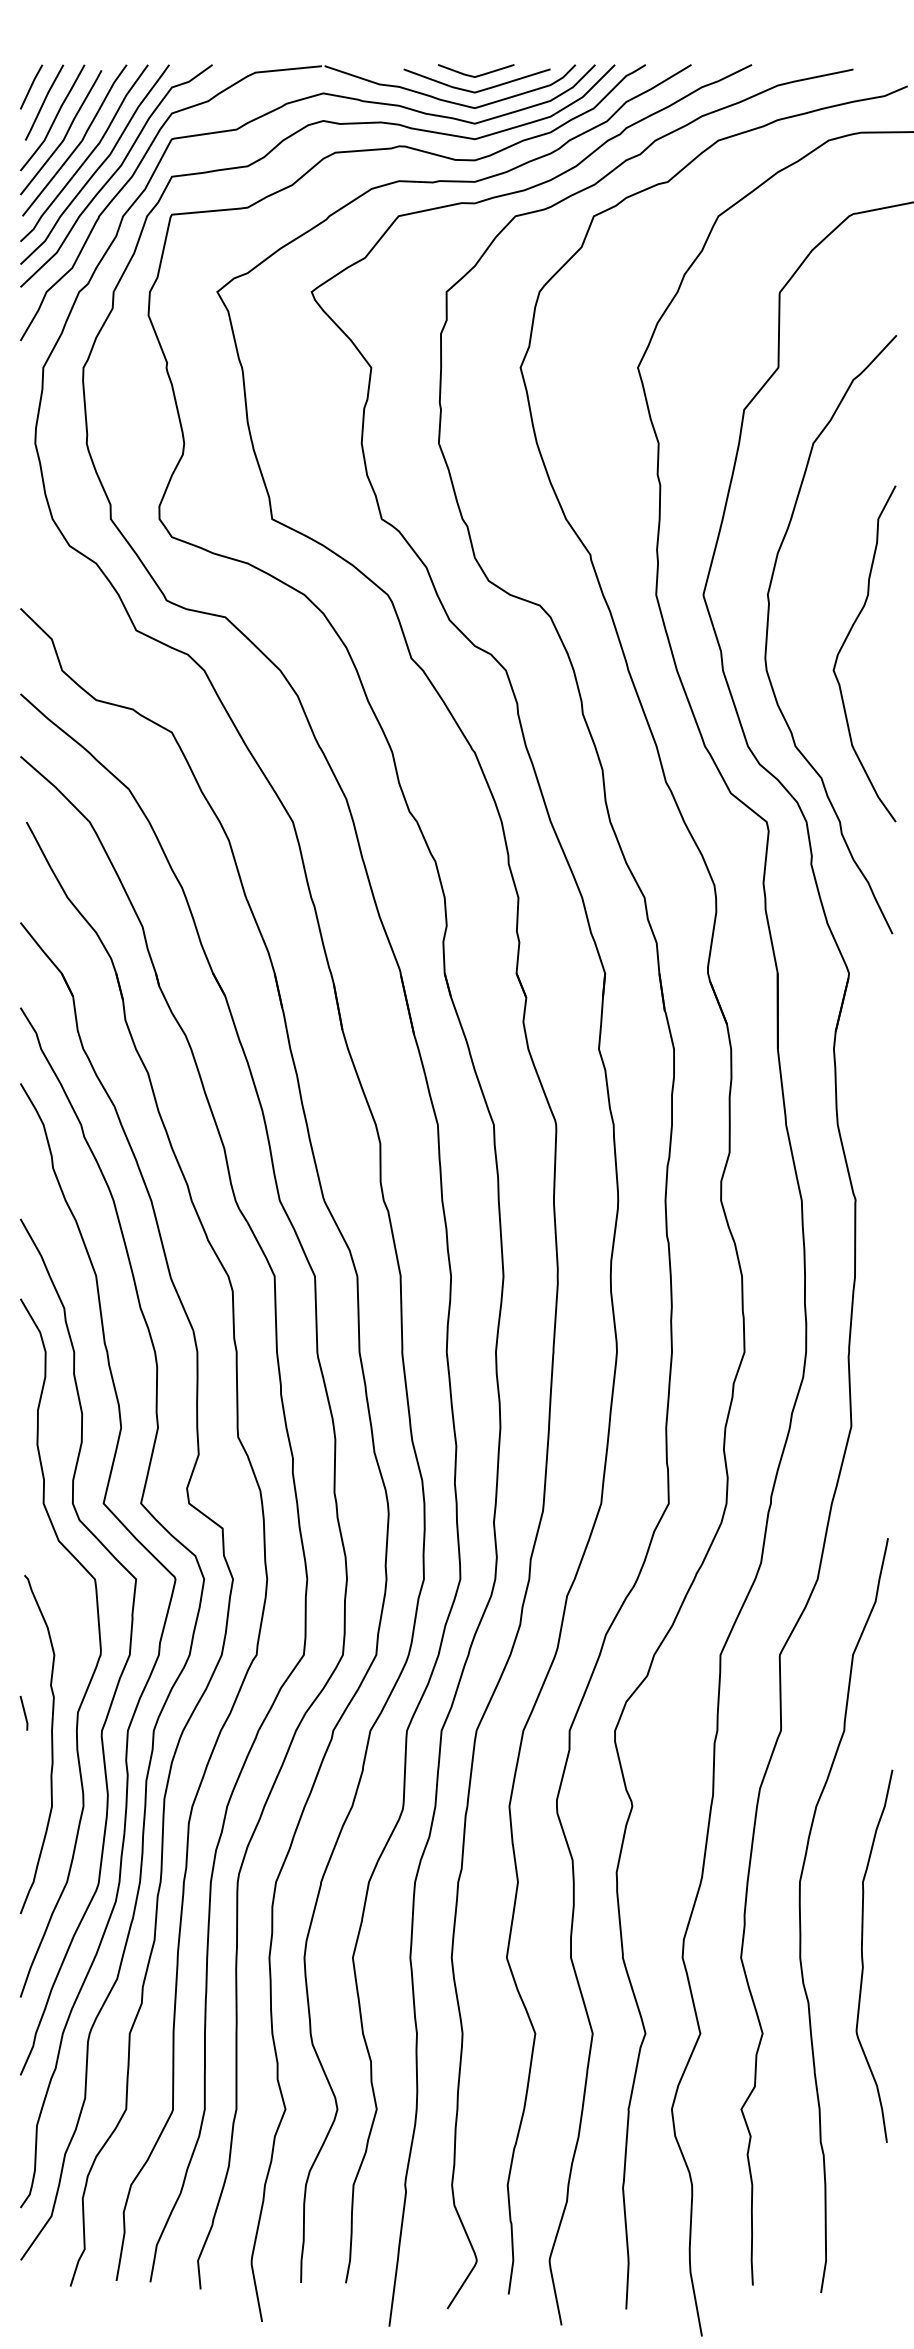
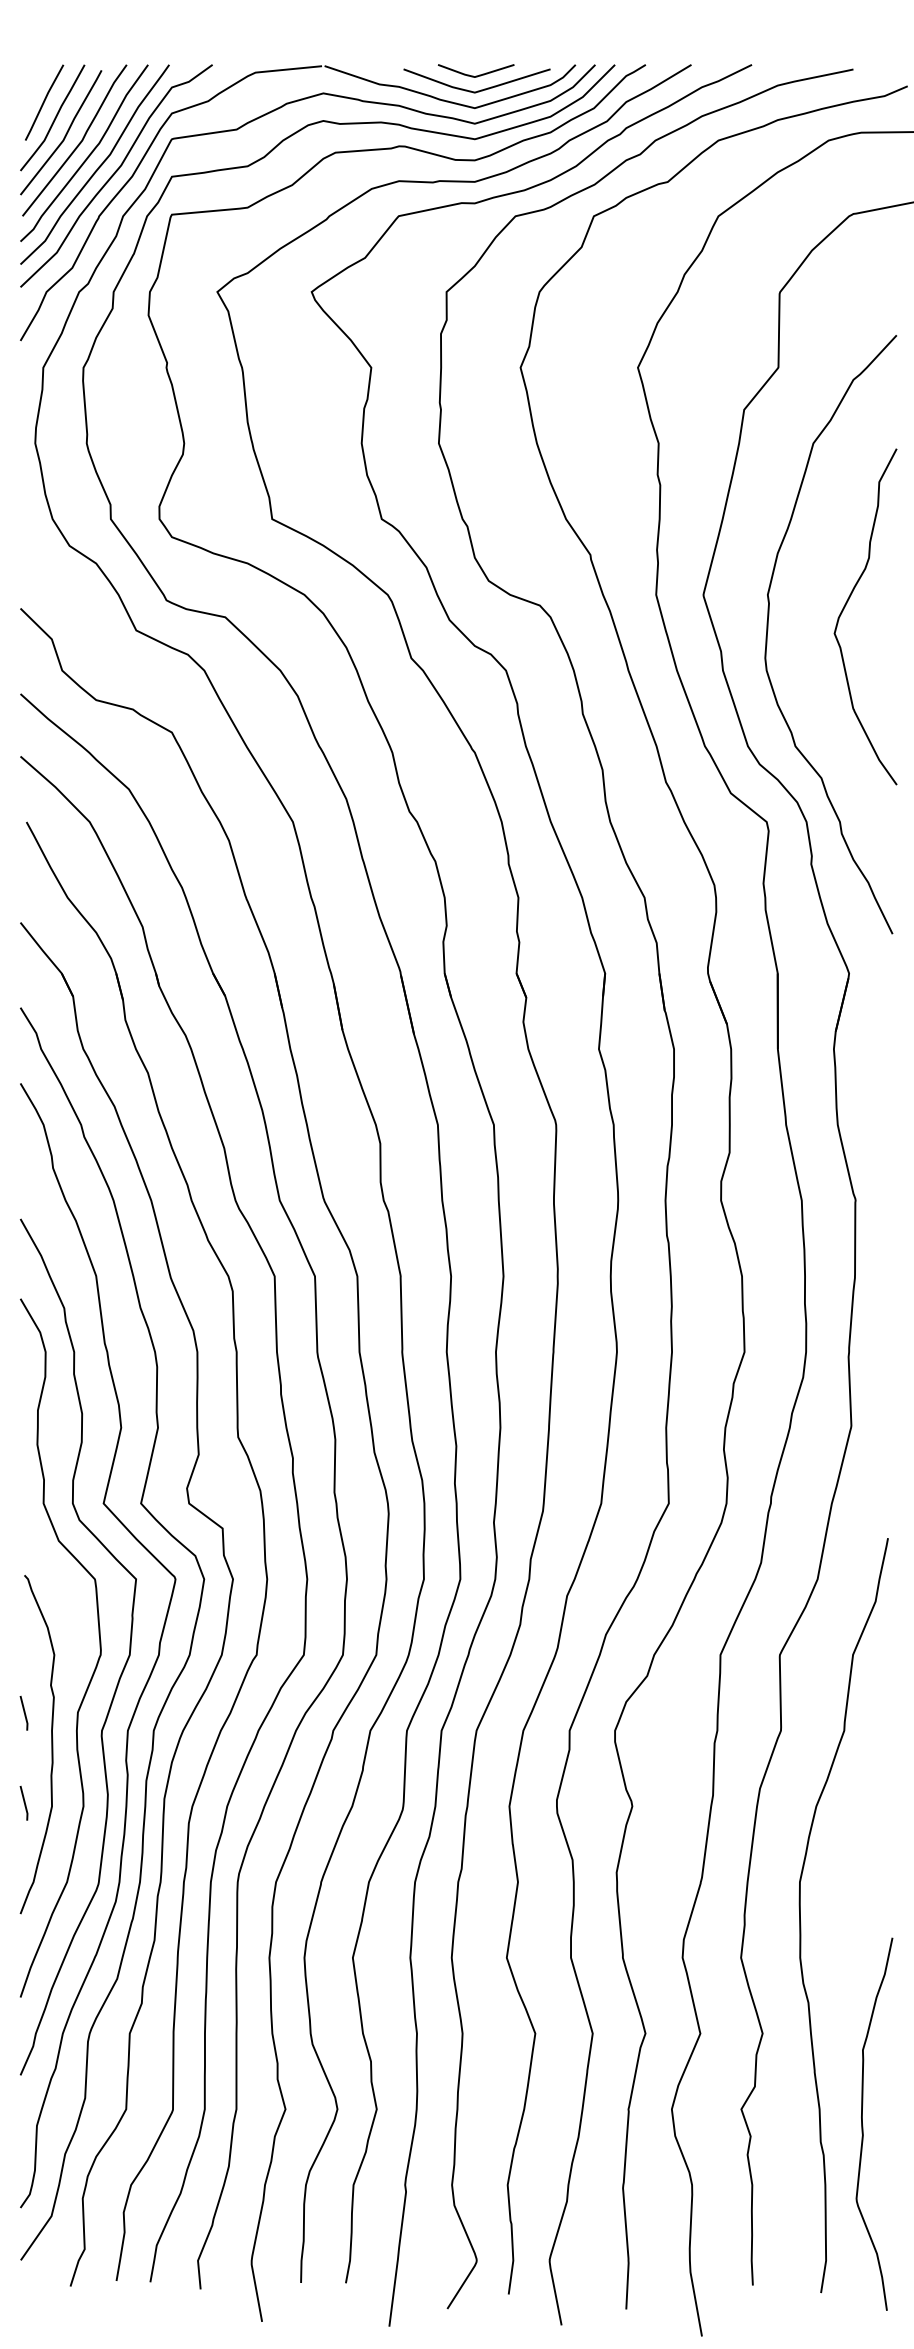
line at (31, 86): present -> none
curve at (844, 644) position: (844, 644) -> (845, 607)
line at (23, 1802): none -> present
curve at (863, 1957) position: (863, 1957) -> (863, 2125)
